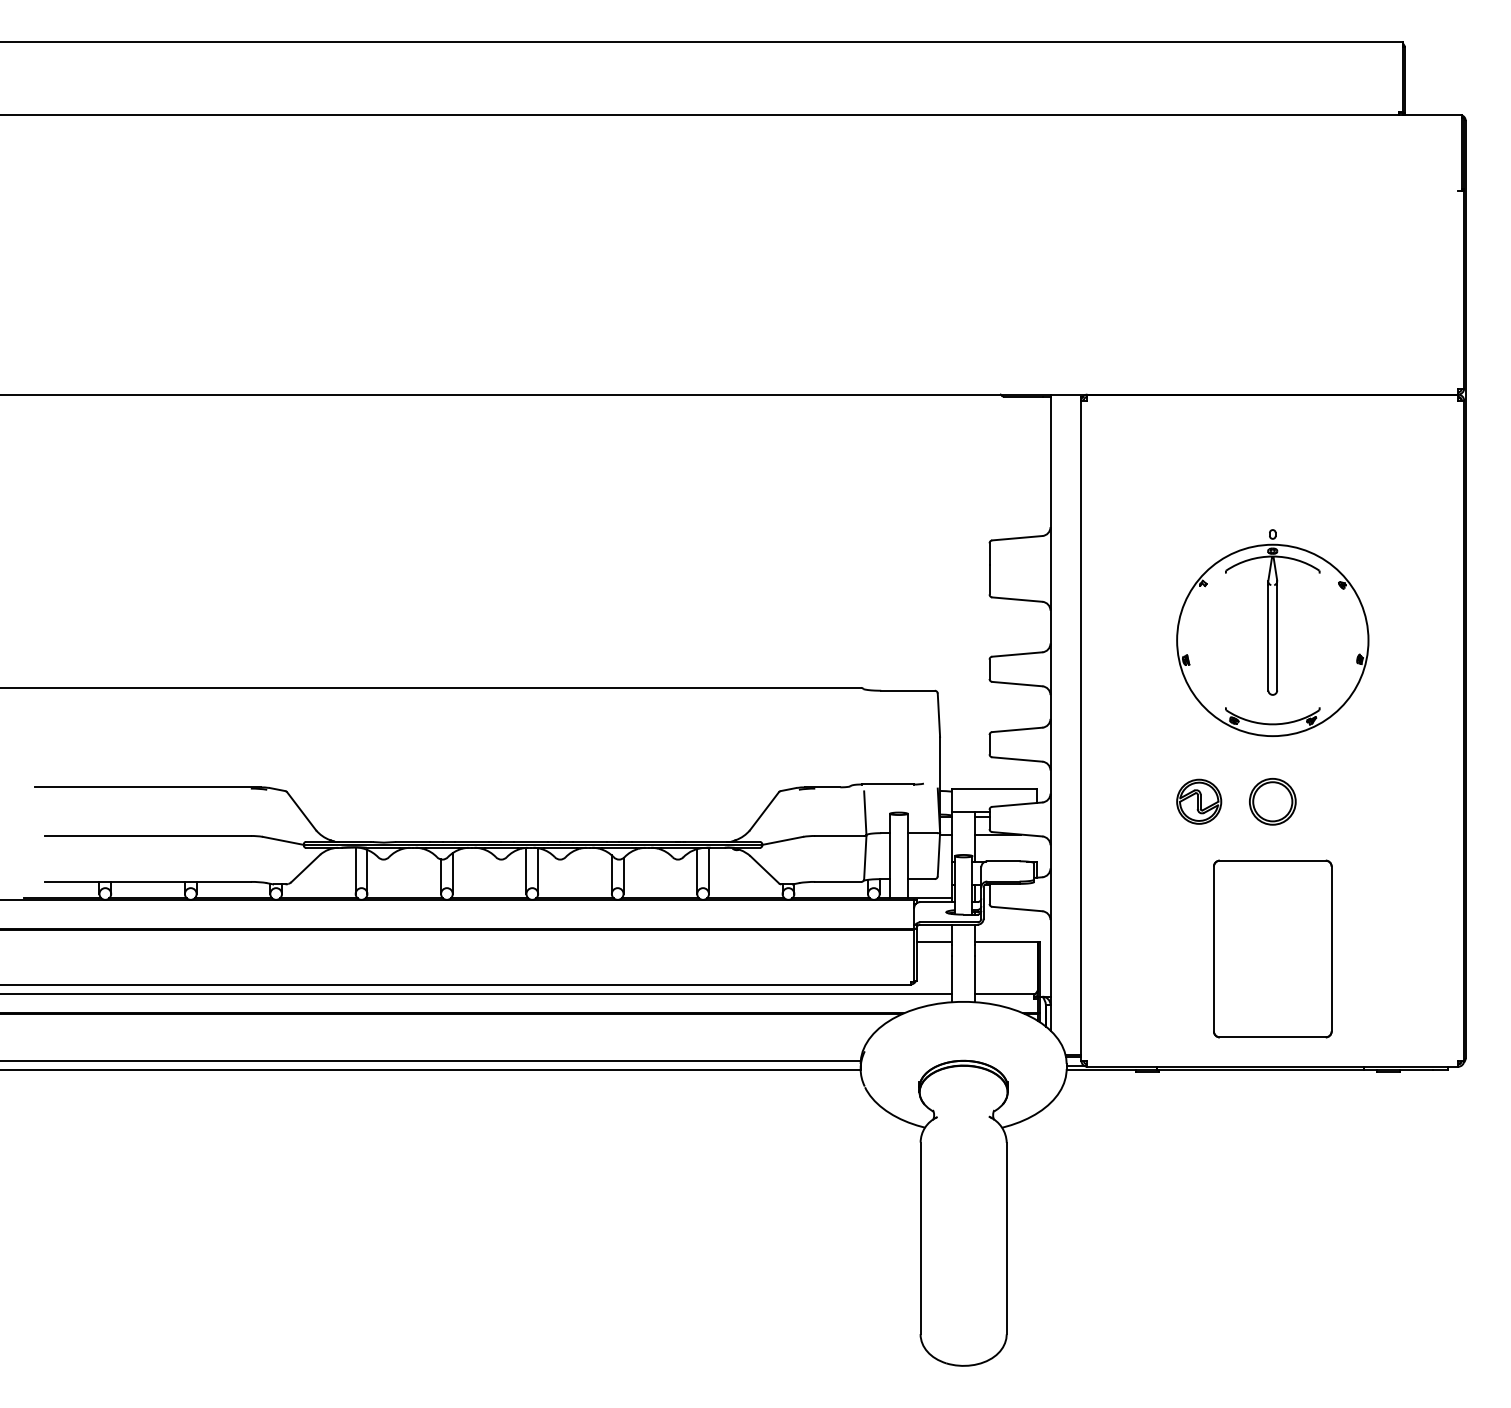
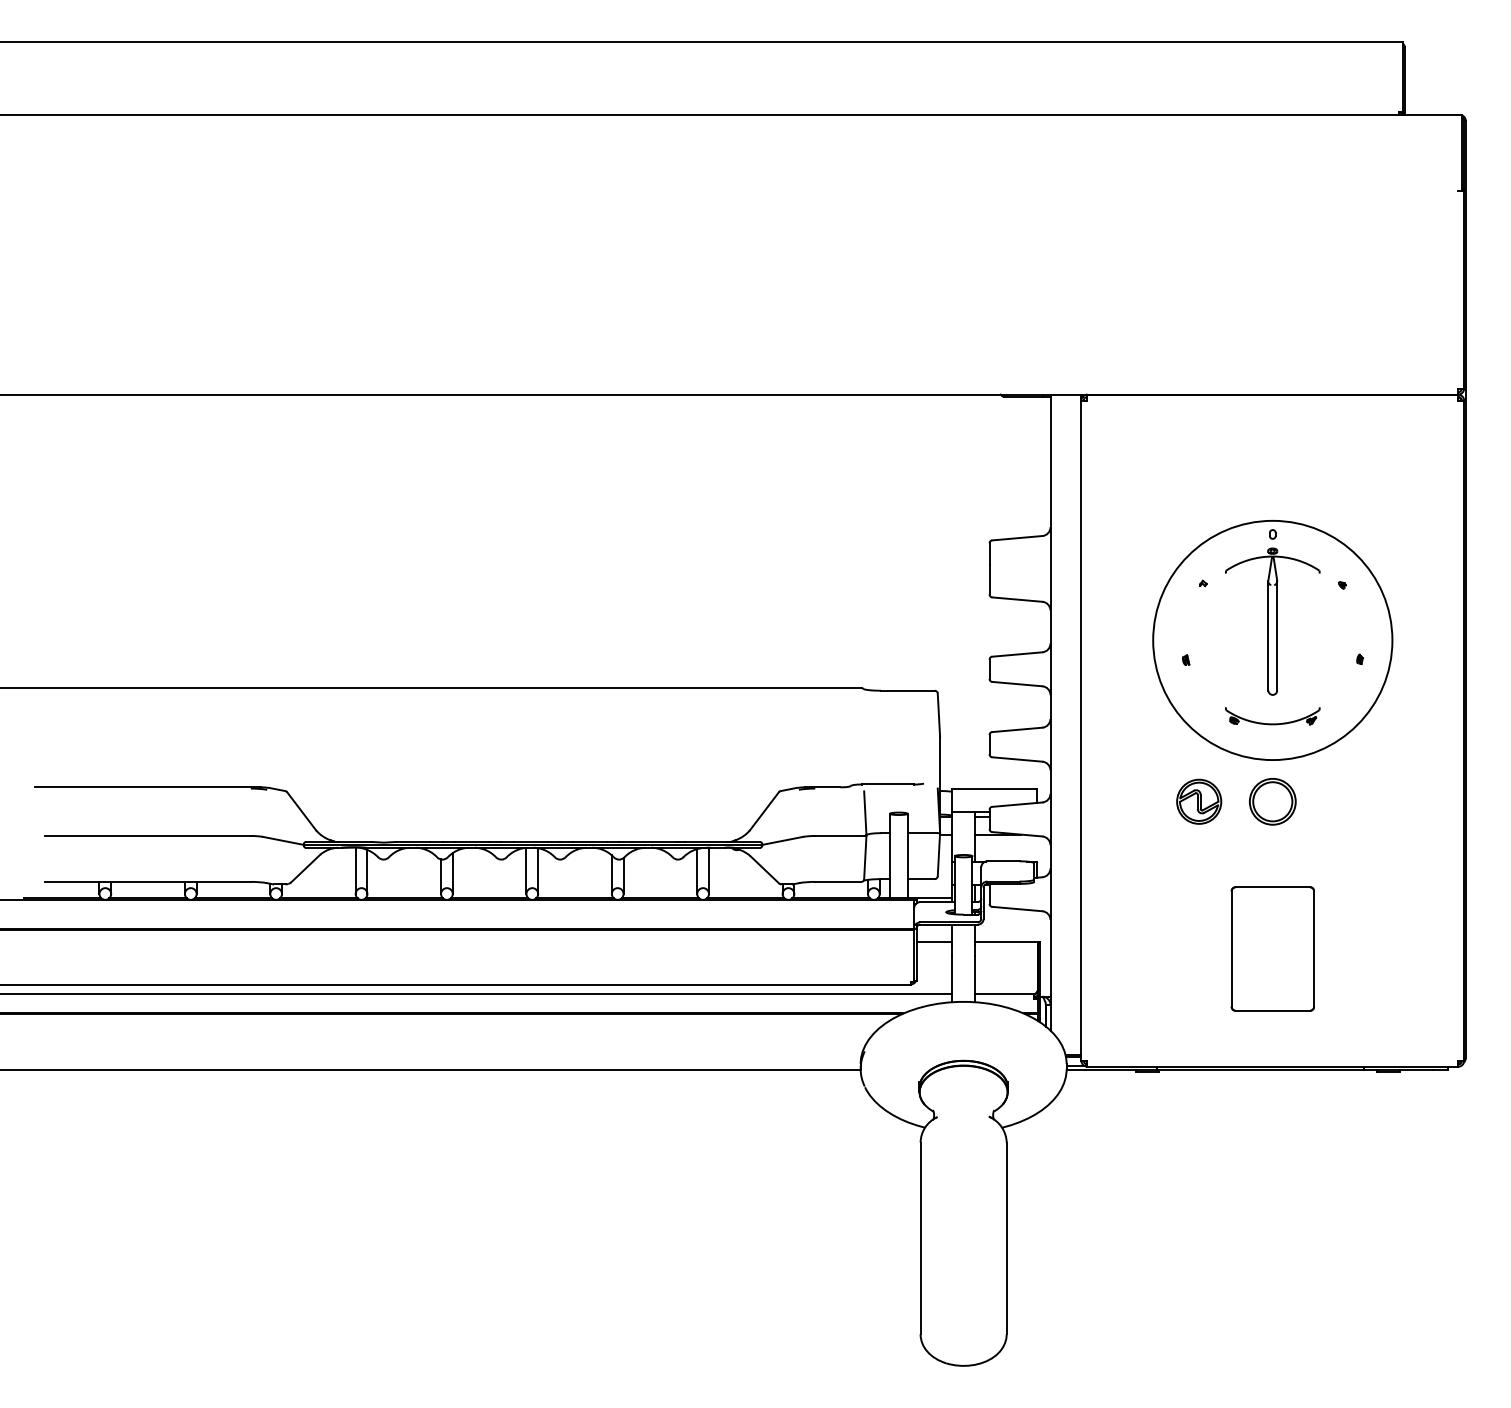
circle at (1272, 640) diameter: 191 px -> 239 px
part at (1272, 948) size: 120x180 px -> 85x126 px
line at (431, 1061): present -> none
